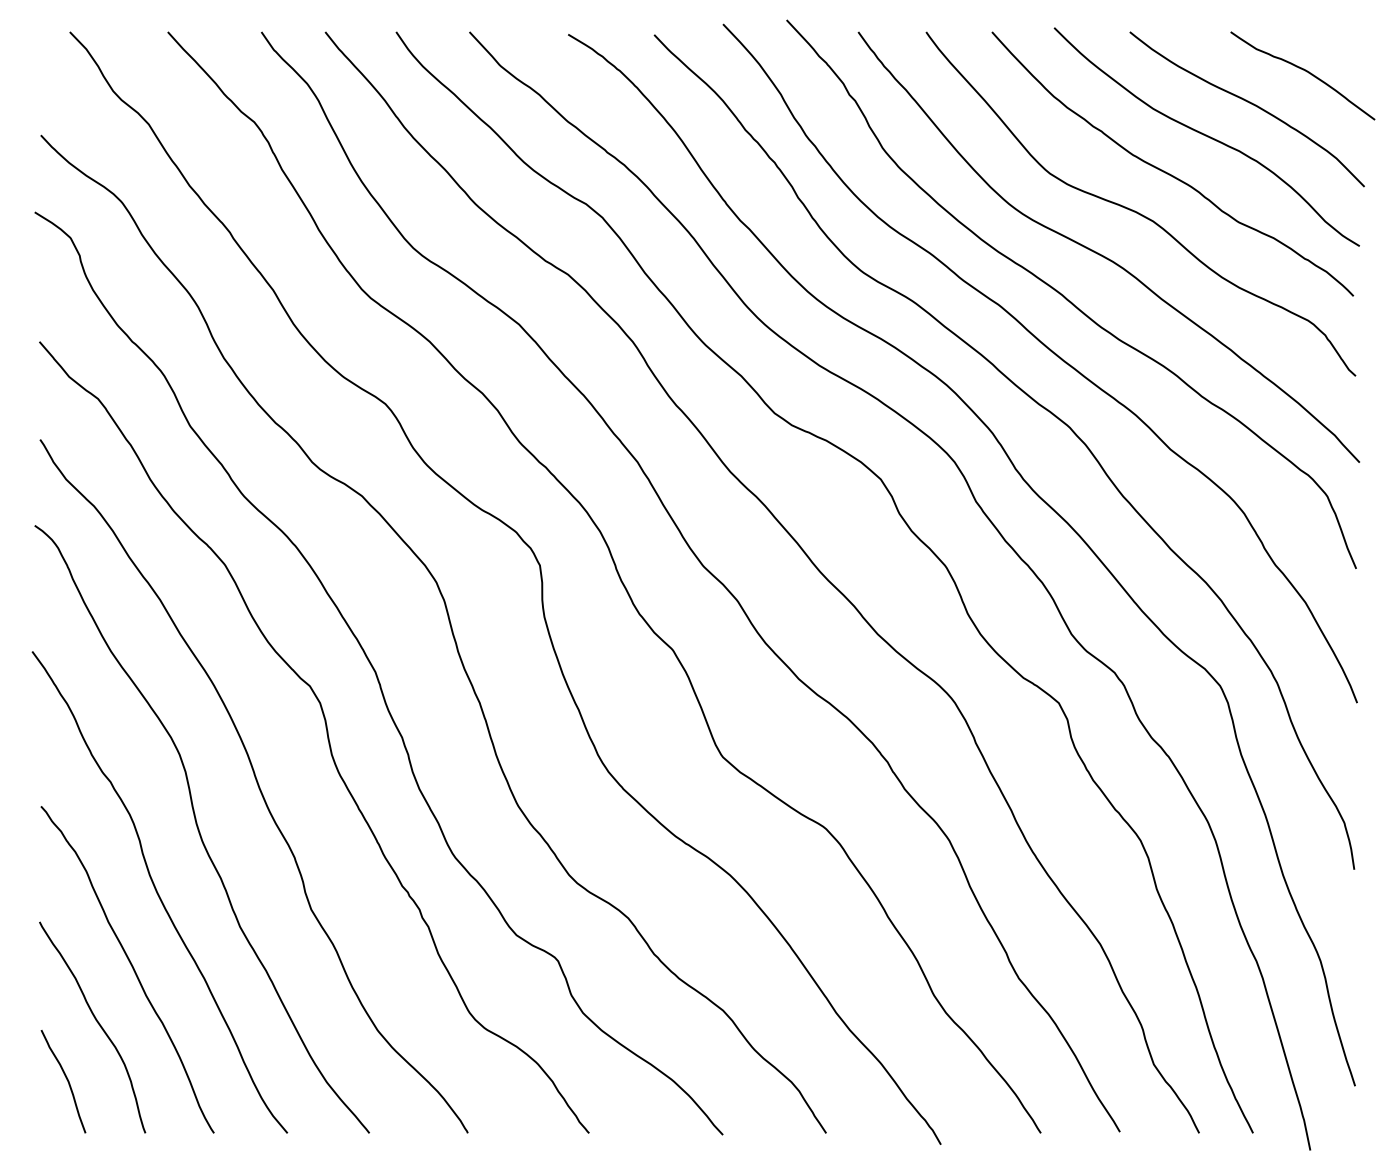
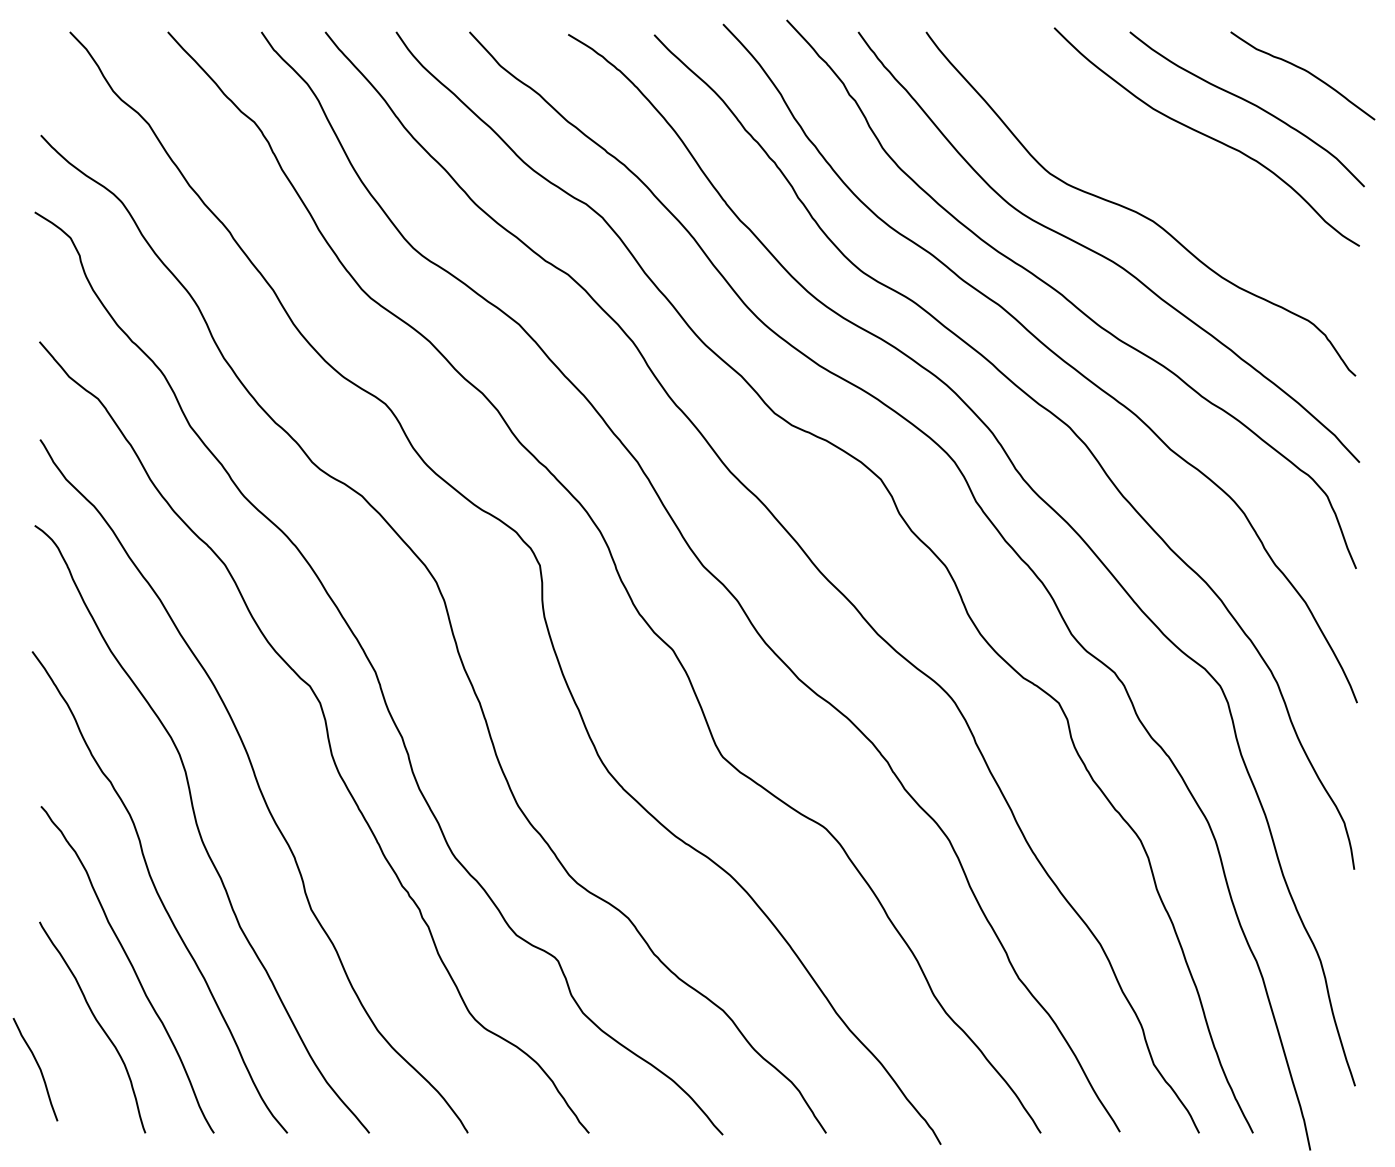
curve at (1166, 171): present -> none
curve at (66, 1079) position: (66, 1079) -> (38, 1067)
